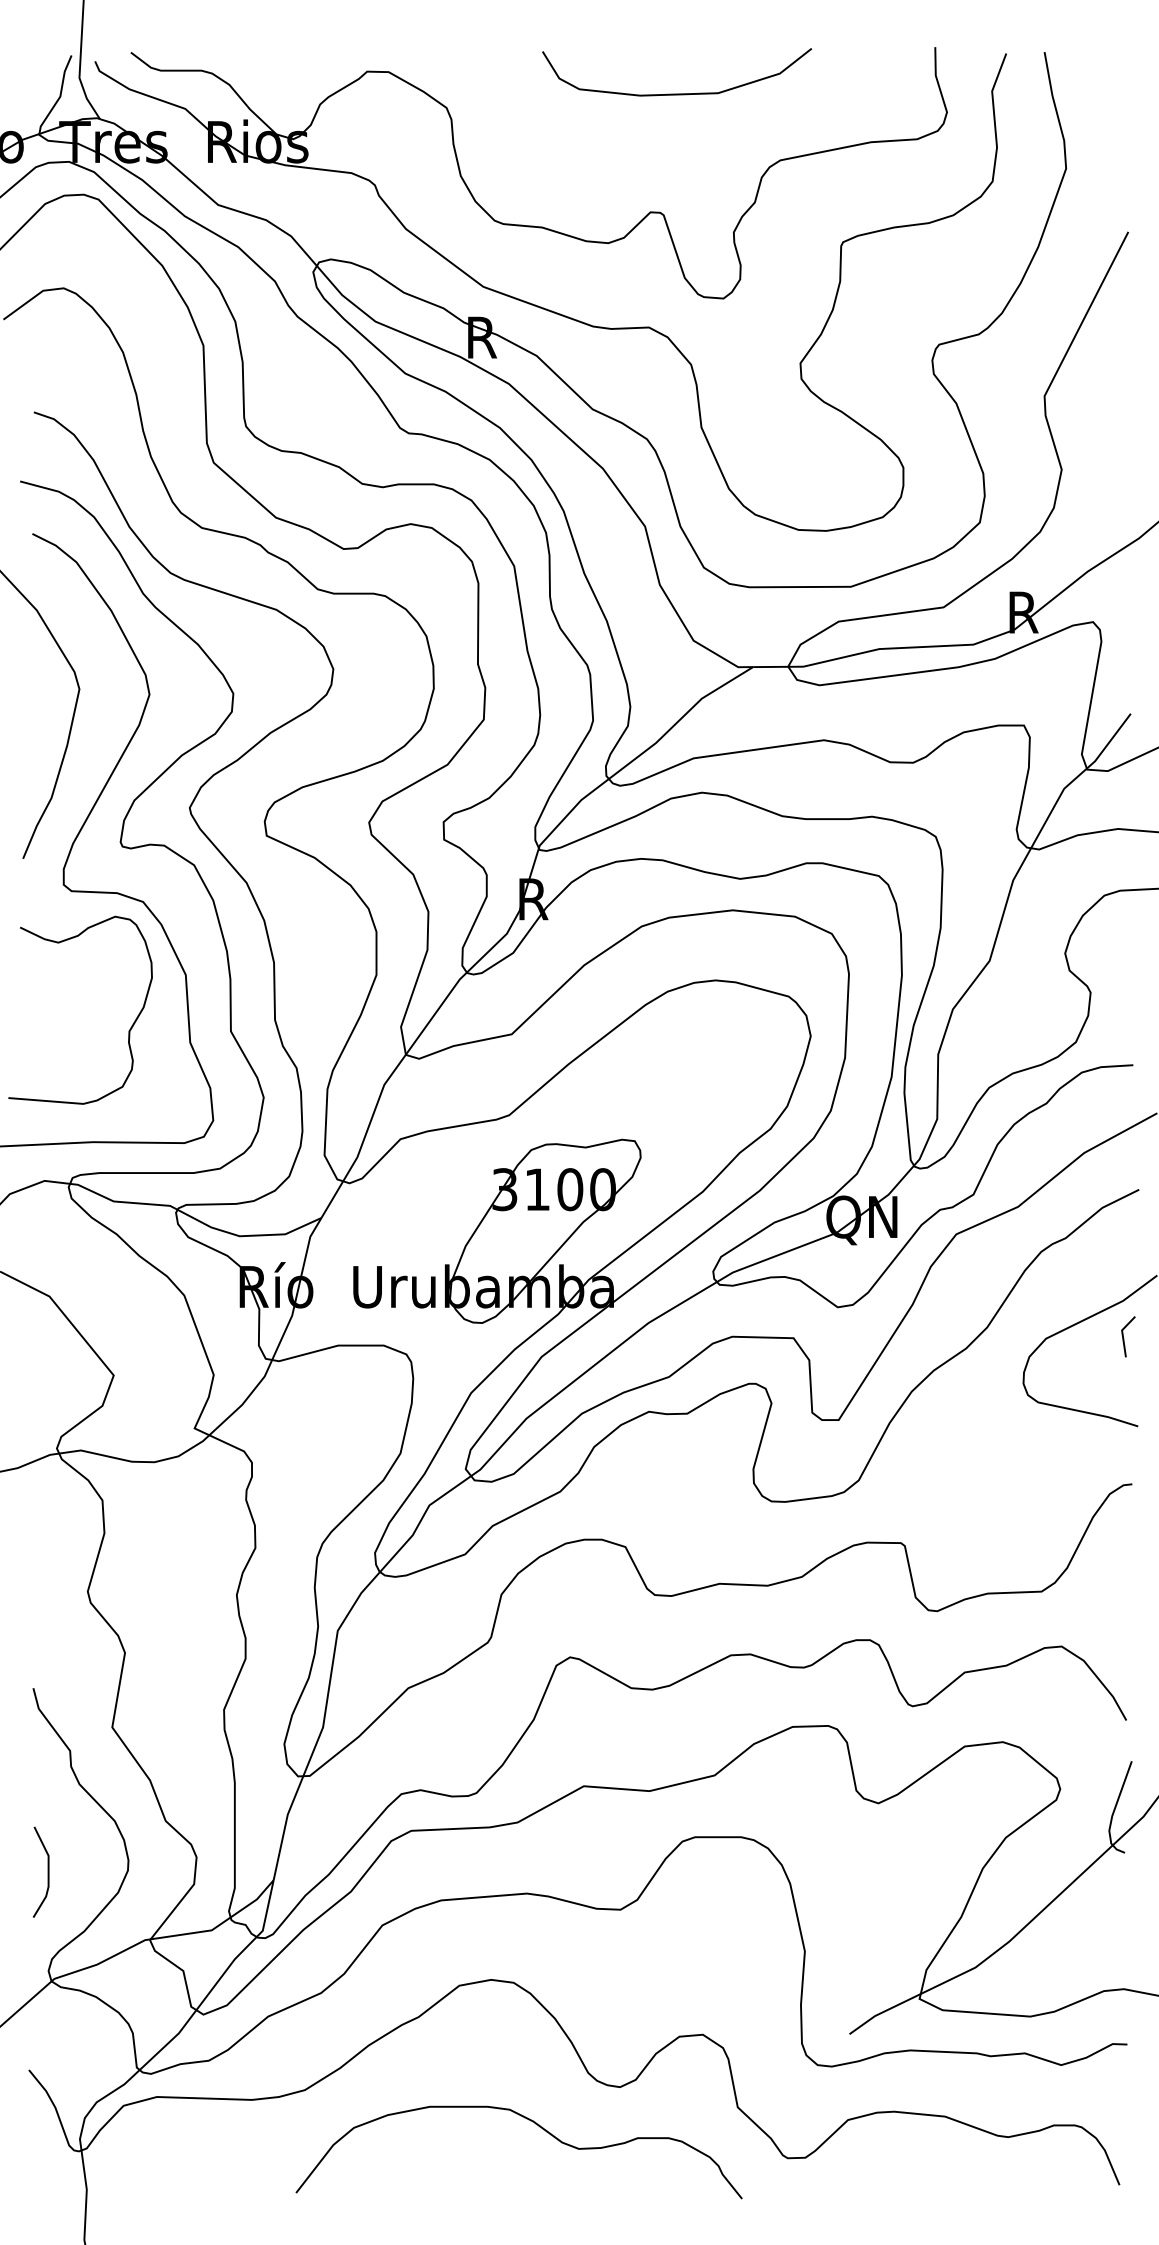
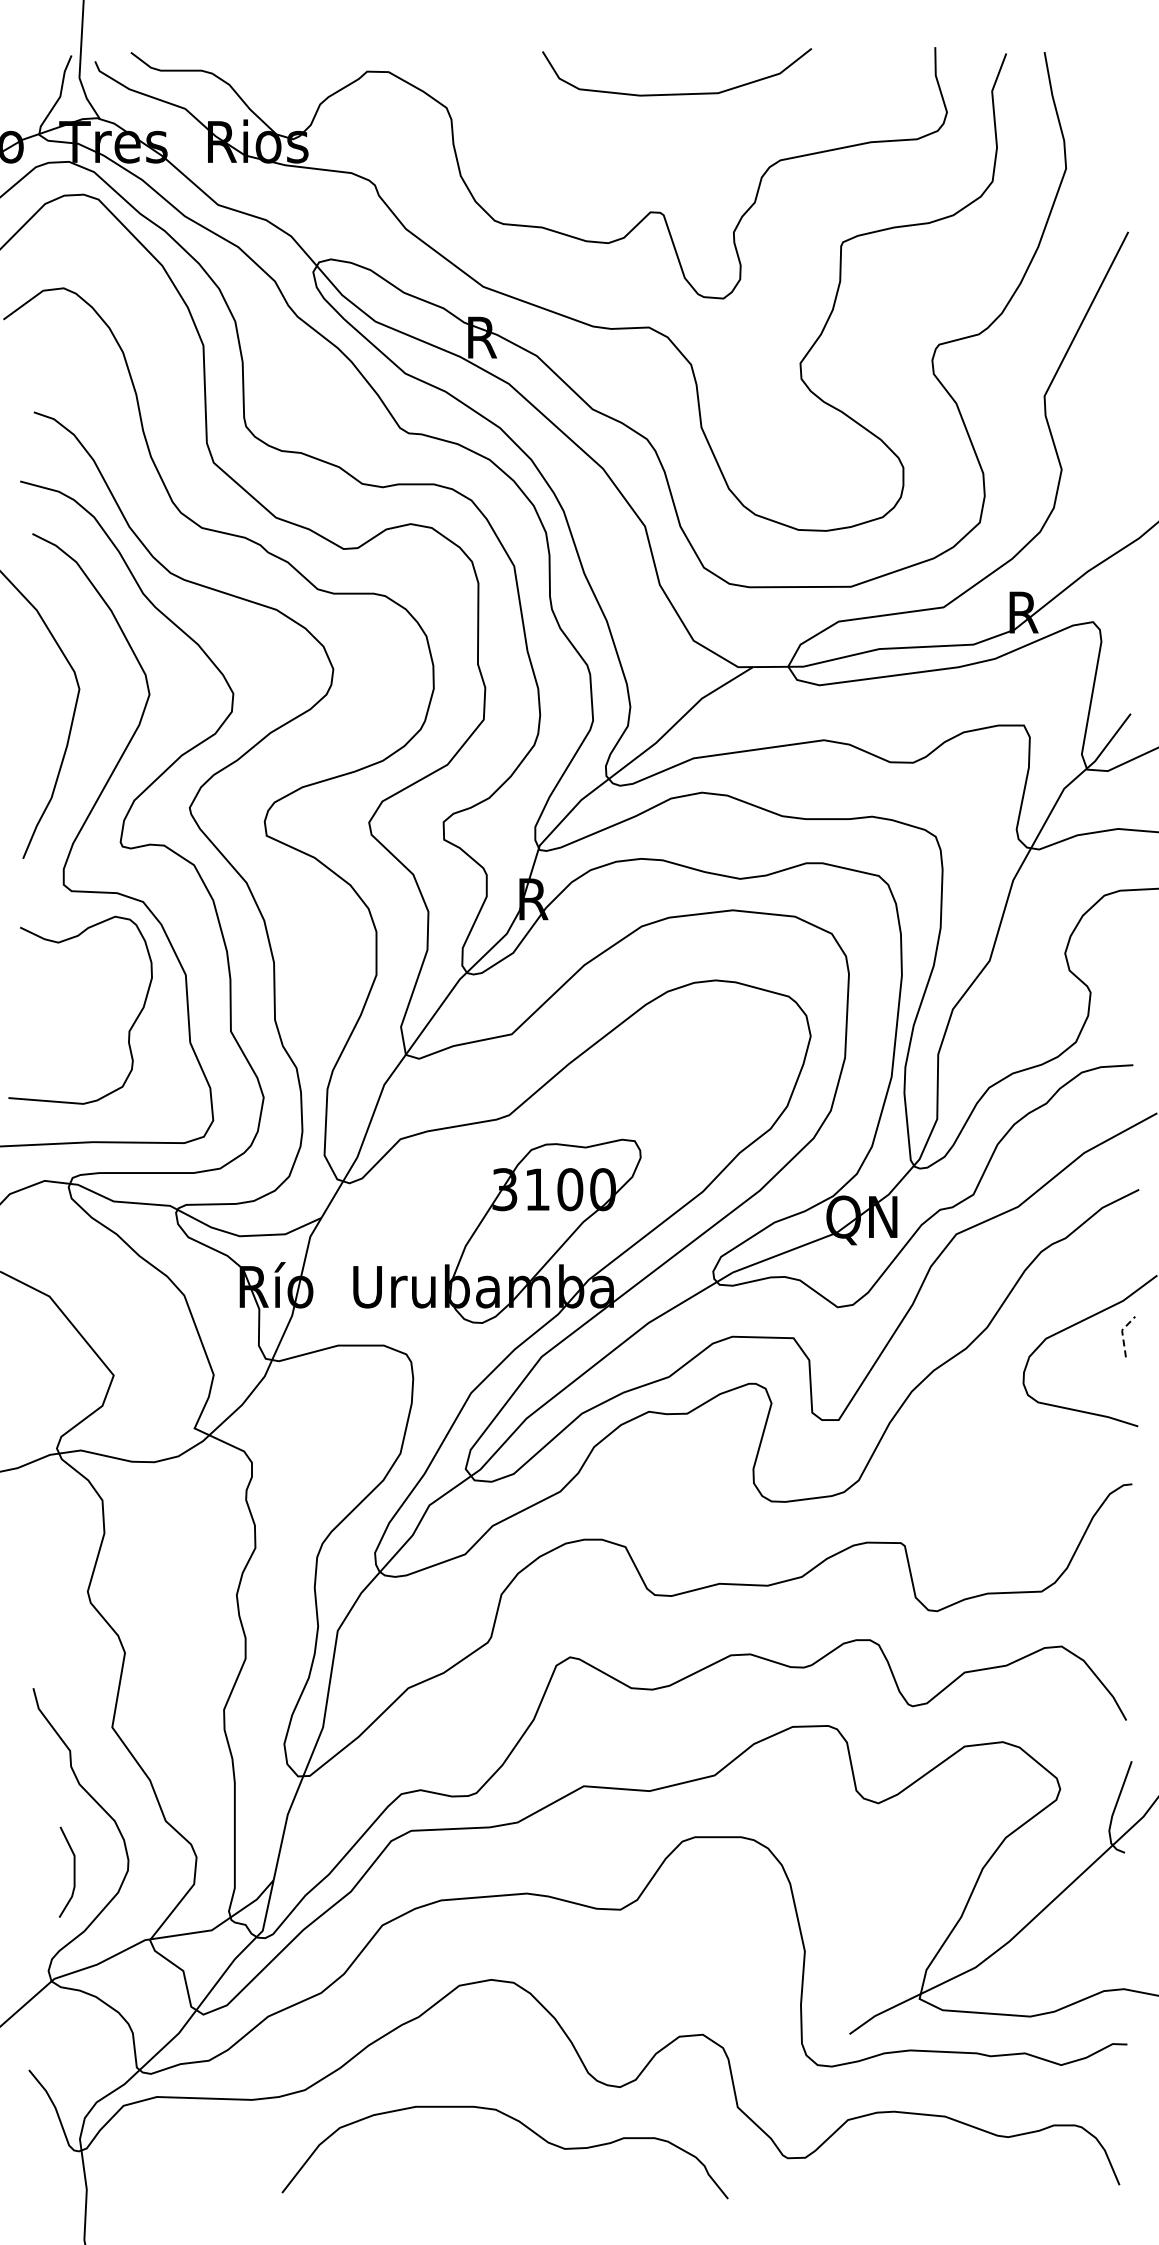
line at (1122, 1333): solid -> dashed
line at (47, 1871) position: (47, 1871) -> (73, 1871)
curve at (539, 2127) position: (539, 2127) -> (525, 2127)
